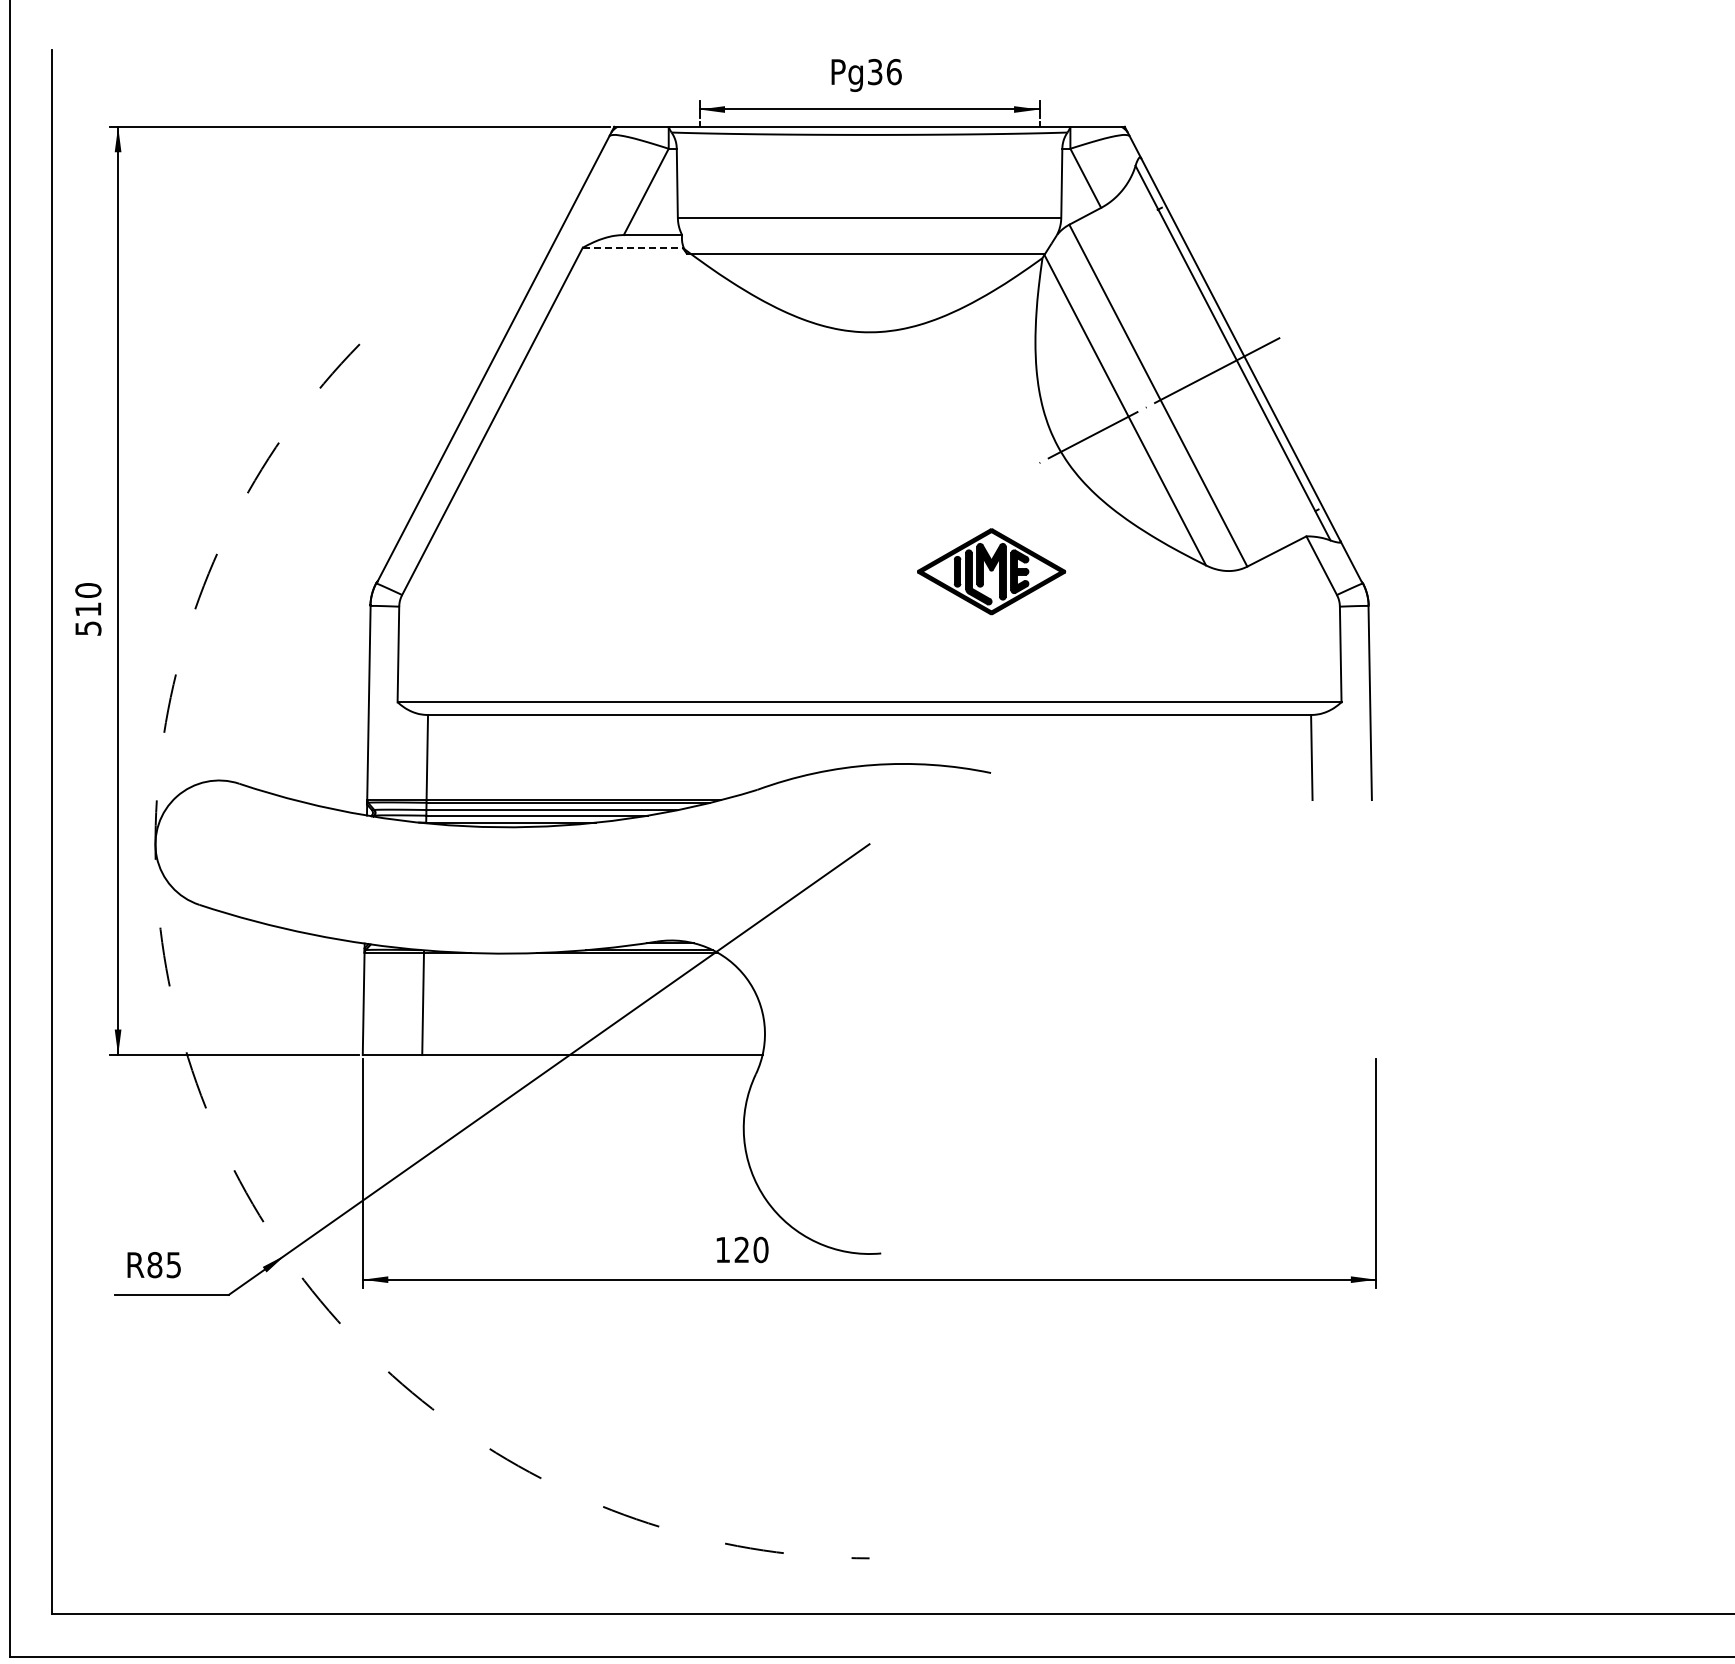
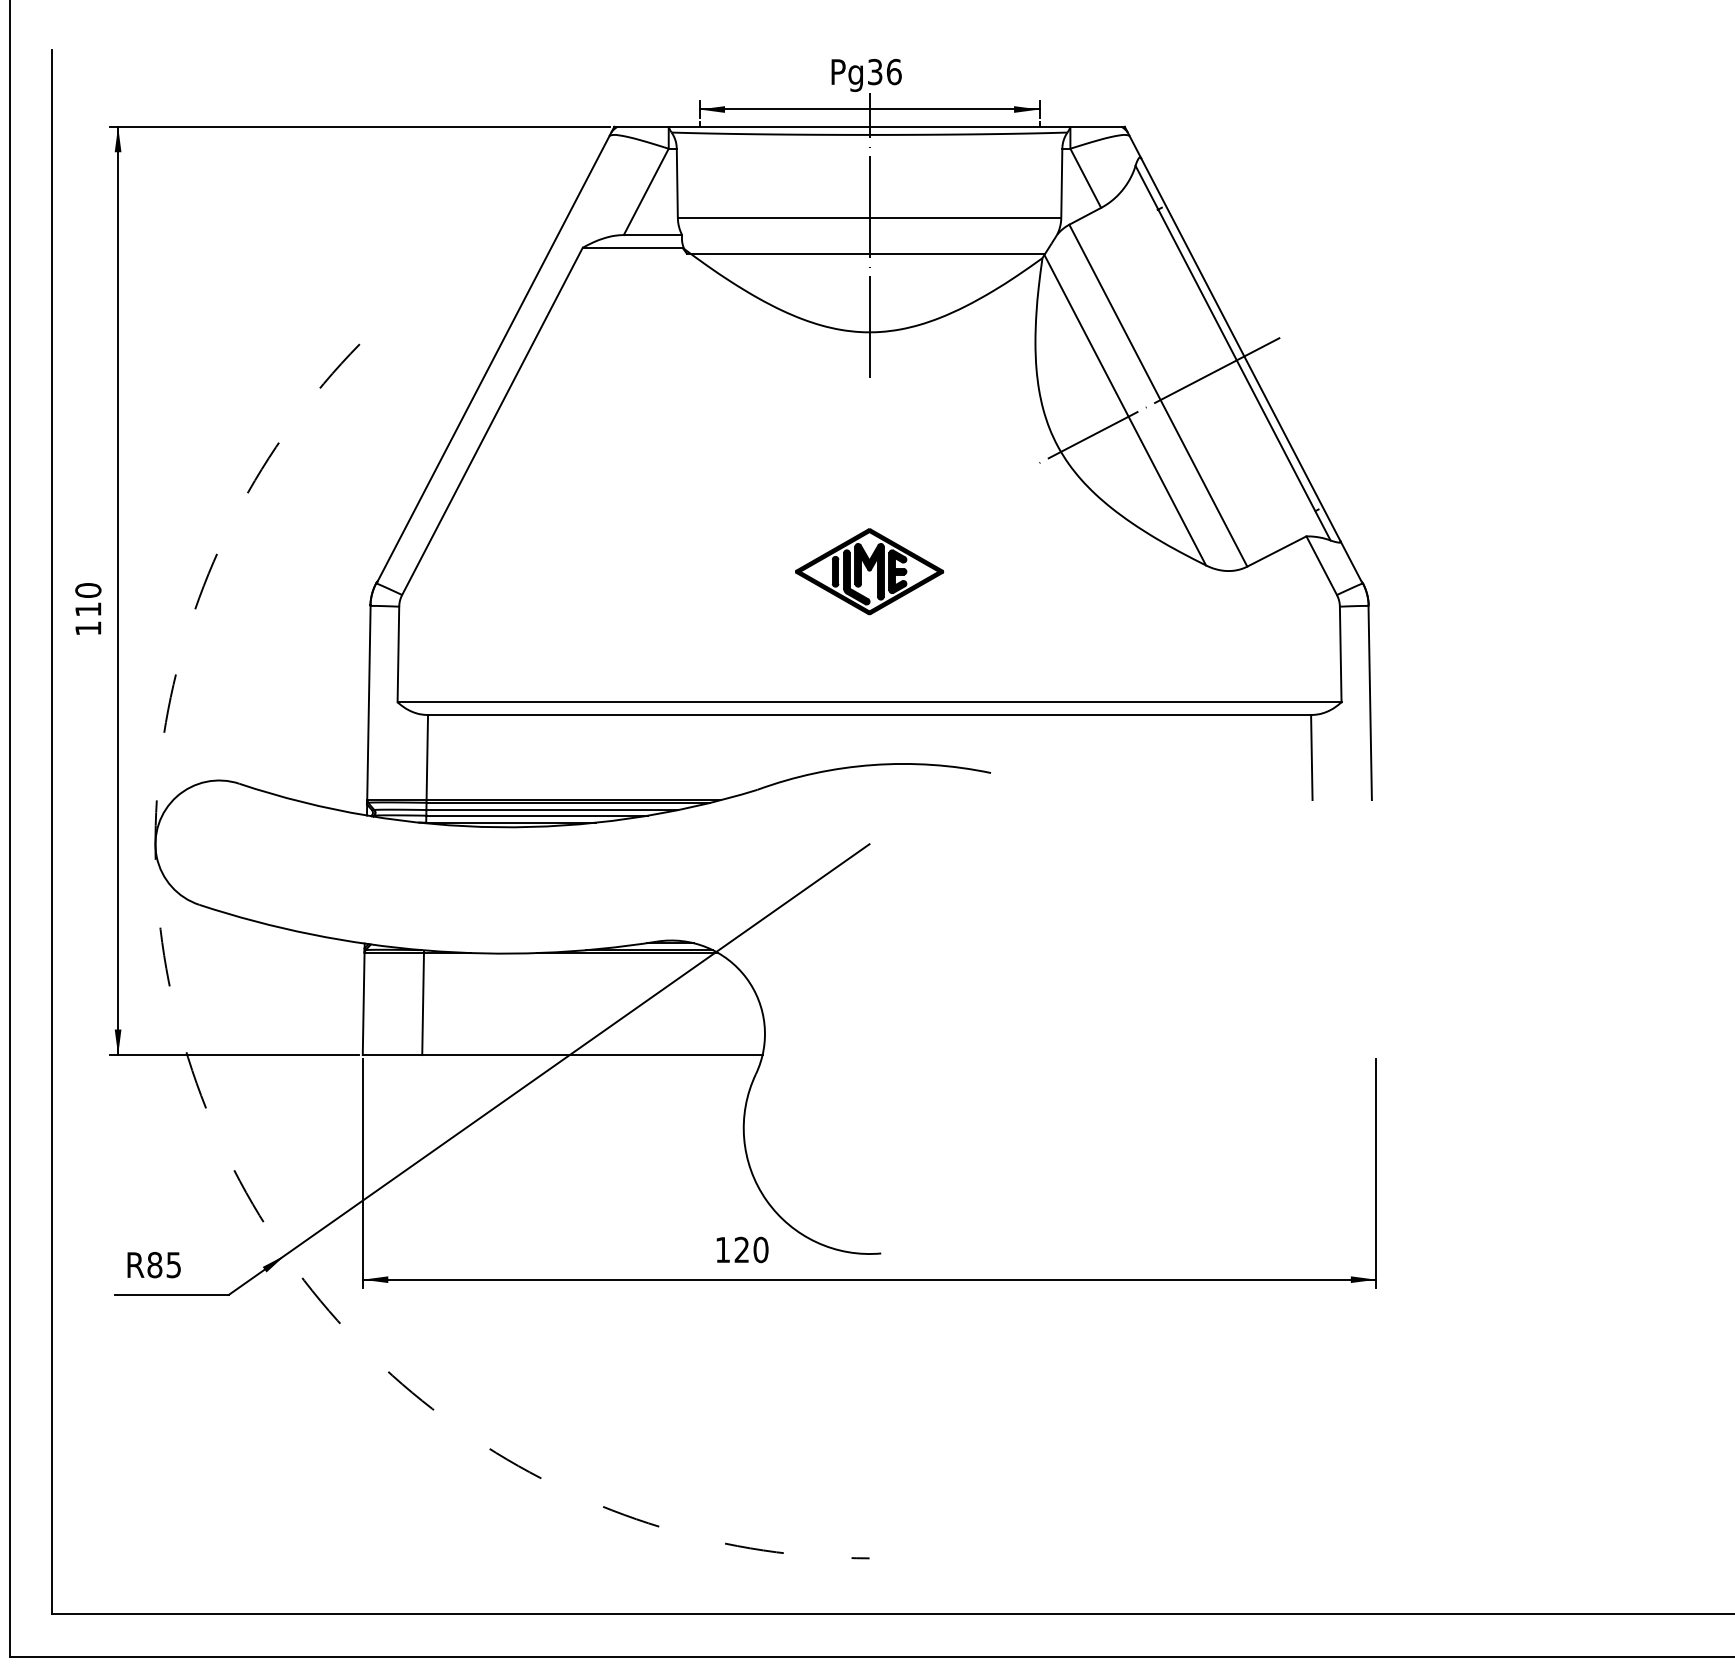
line at (869, 235): none -> present
line at (632, 247): dashed -> solid
part at (991, 571) position: (991, 571) -> (869, 571)
text at (88, 628): 510 -> 110
